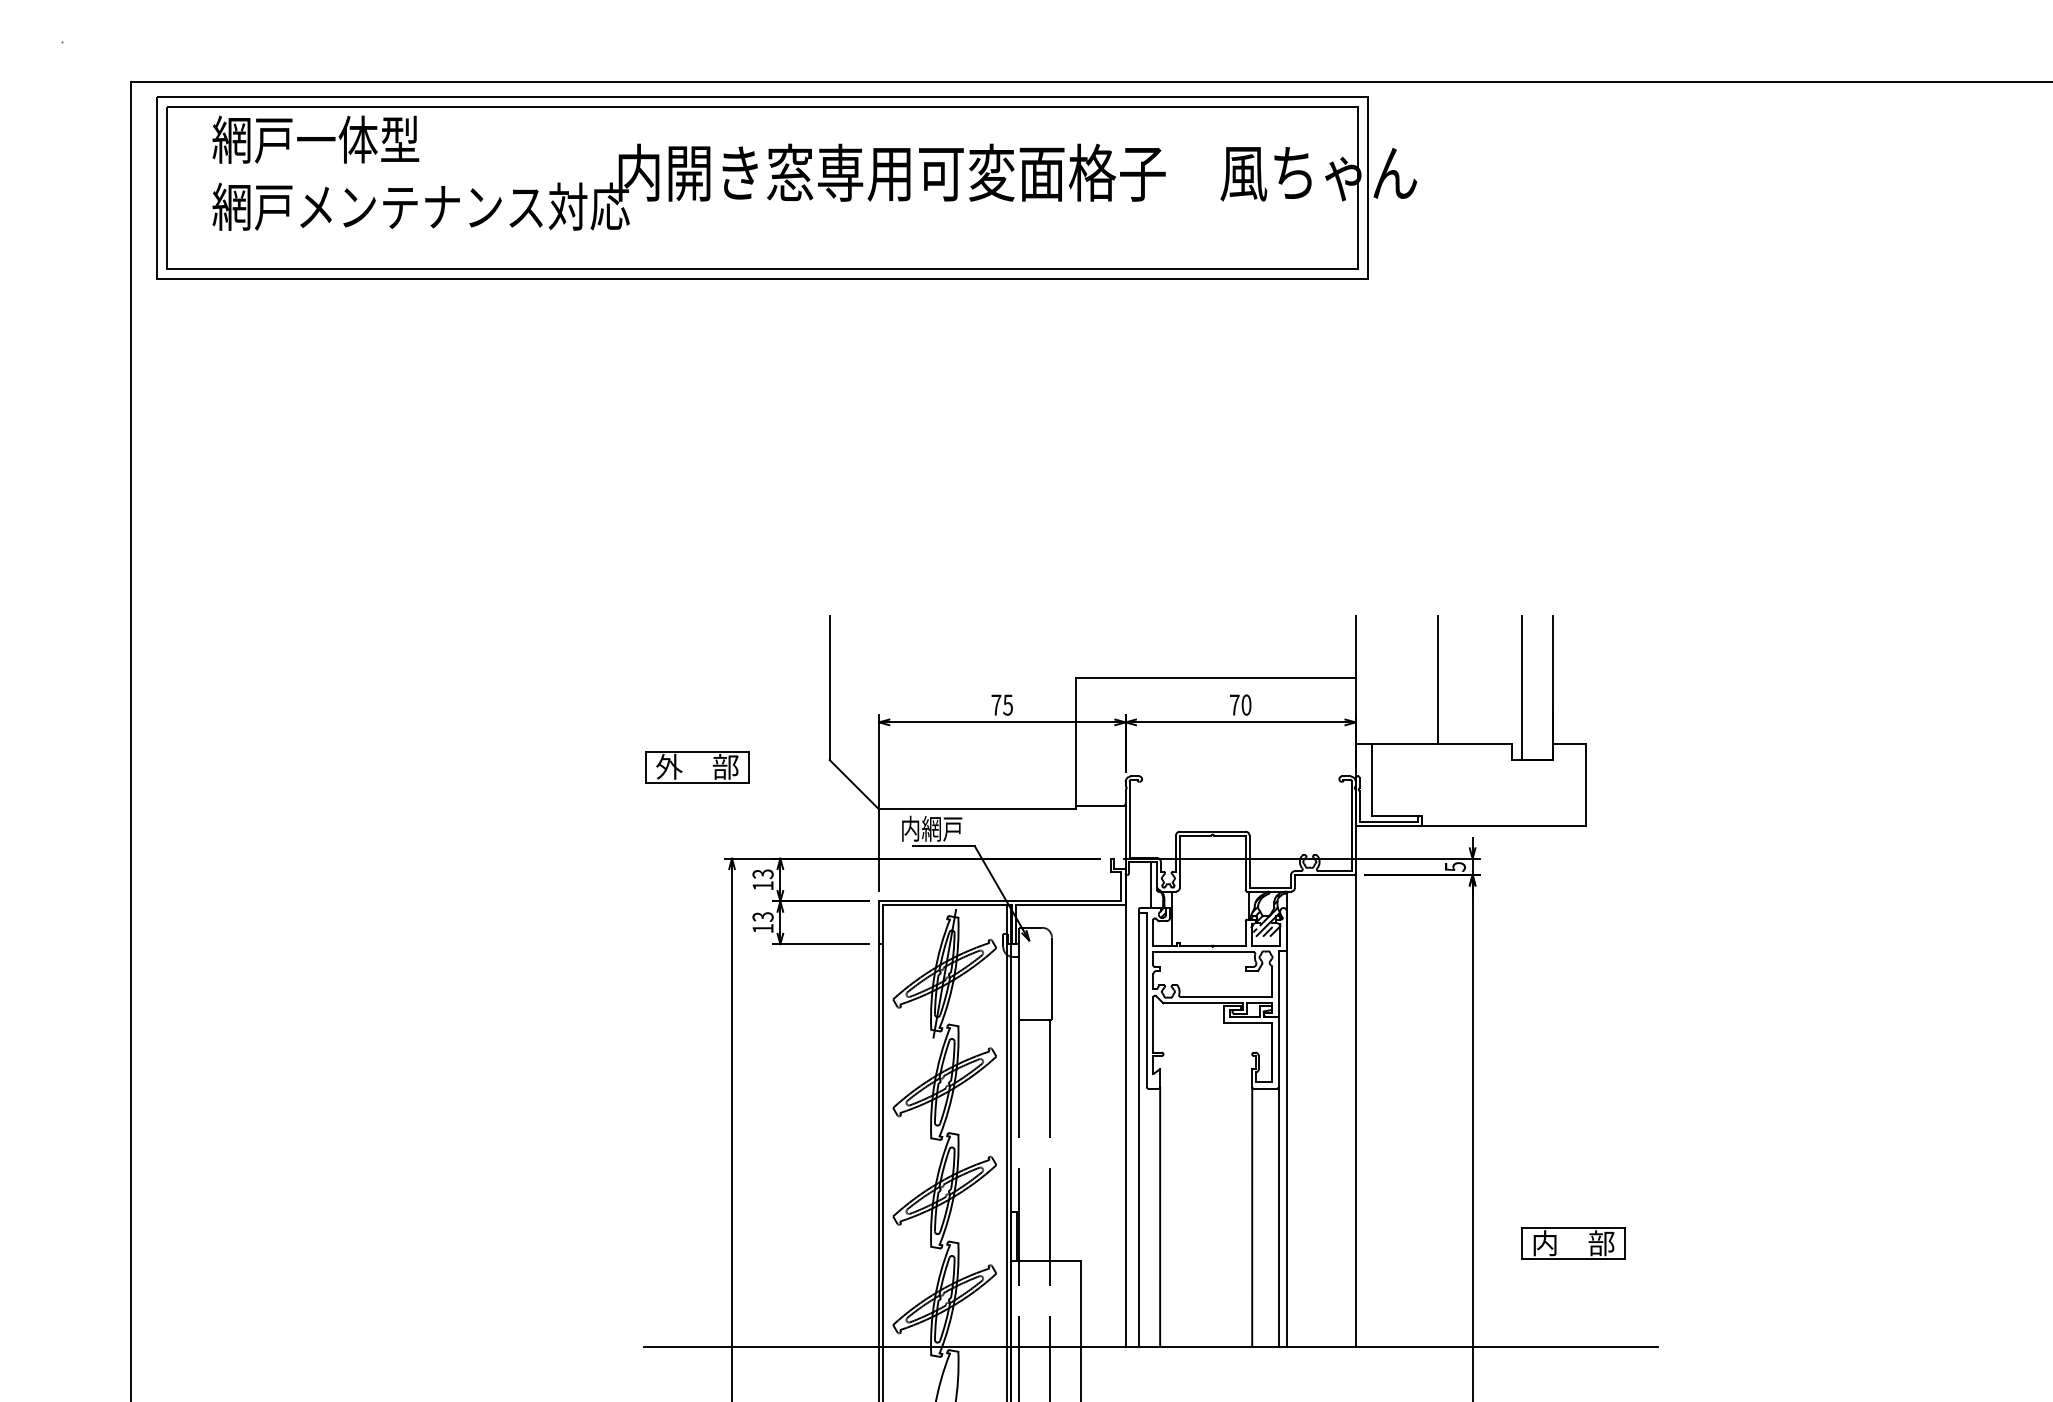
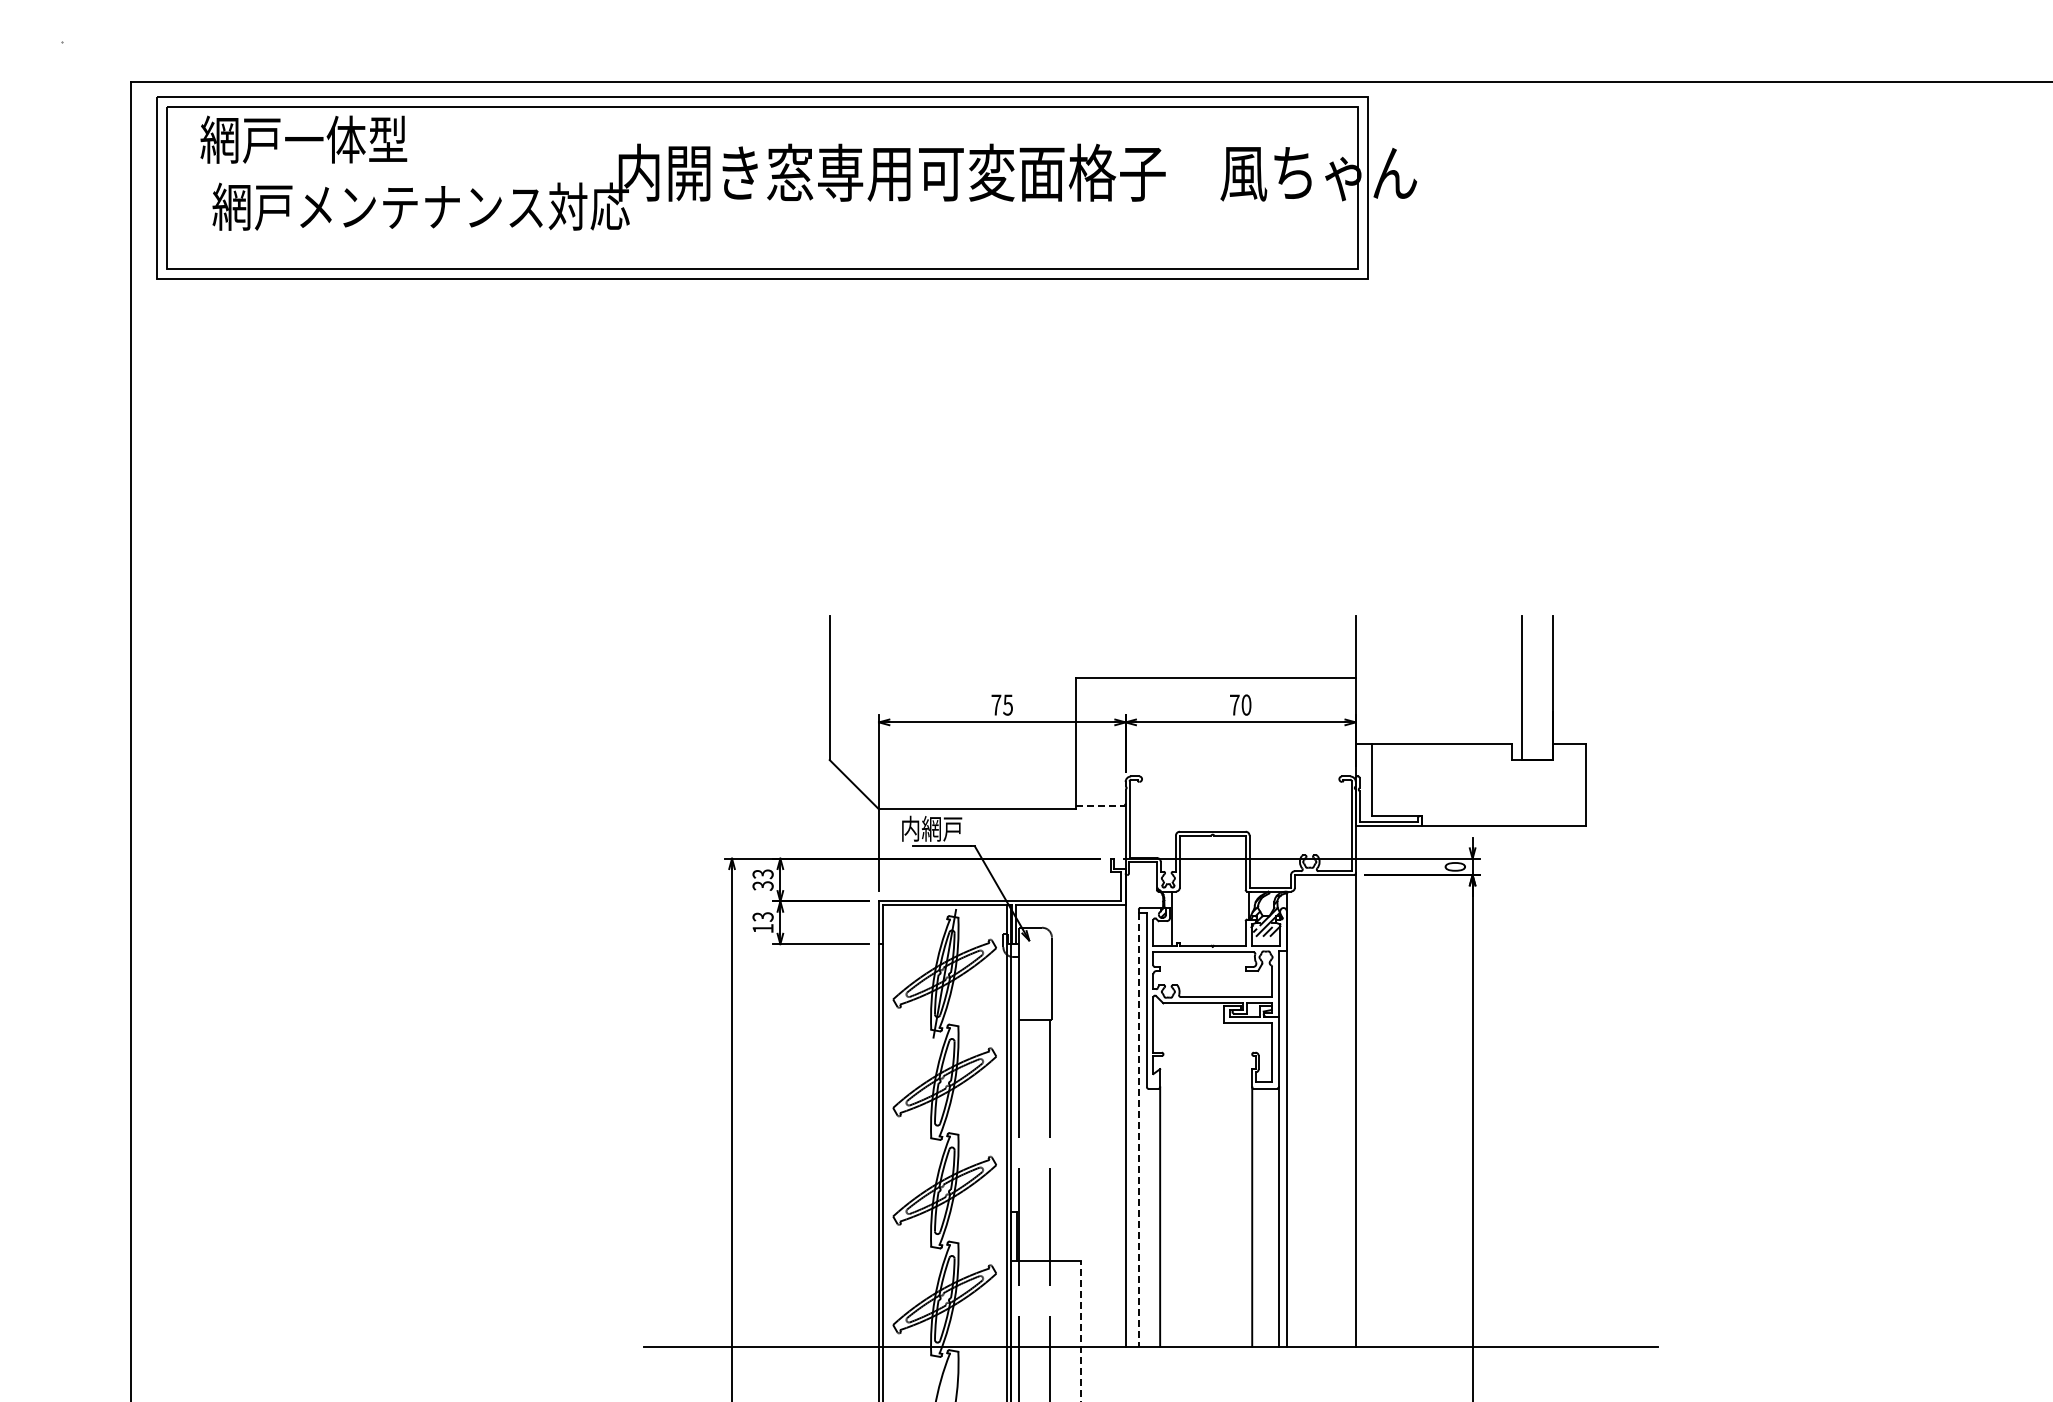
text at (315, 139) position: (315, 139) -> (303, 139)
line at (1438, 679): present -> none
part at (697, 767): present -> none
line at (1100, 806): solid -> dashed
text at (1454, 866): 5 -> 0
line at (1150, 884): present -> none
text at (762, 885): 13 -> 33
line at (1138, 1129): solid -> dashed
part at (1573, 1243): present -> none
line at (1080, 1331): solid -> dashed
